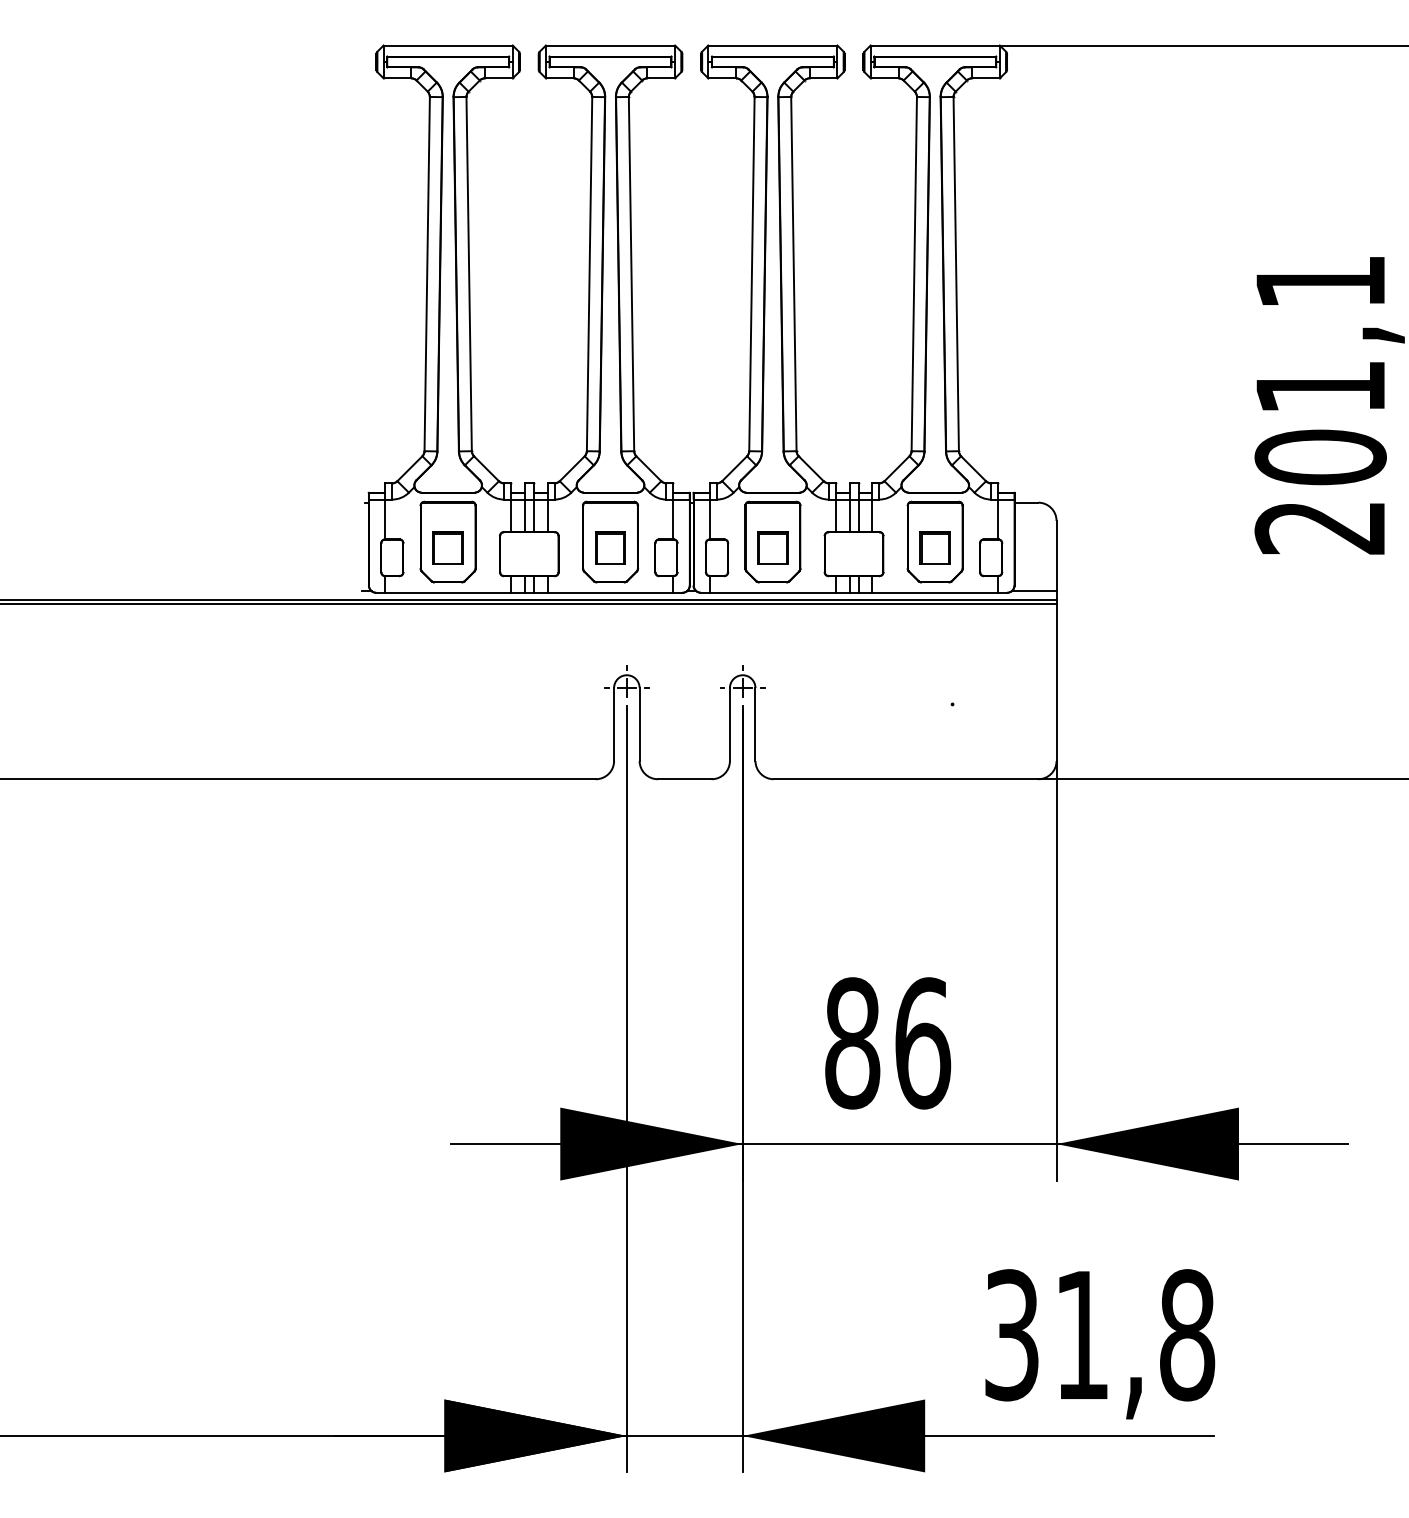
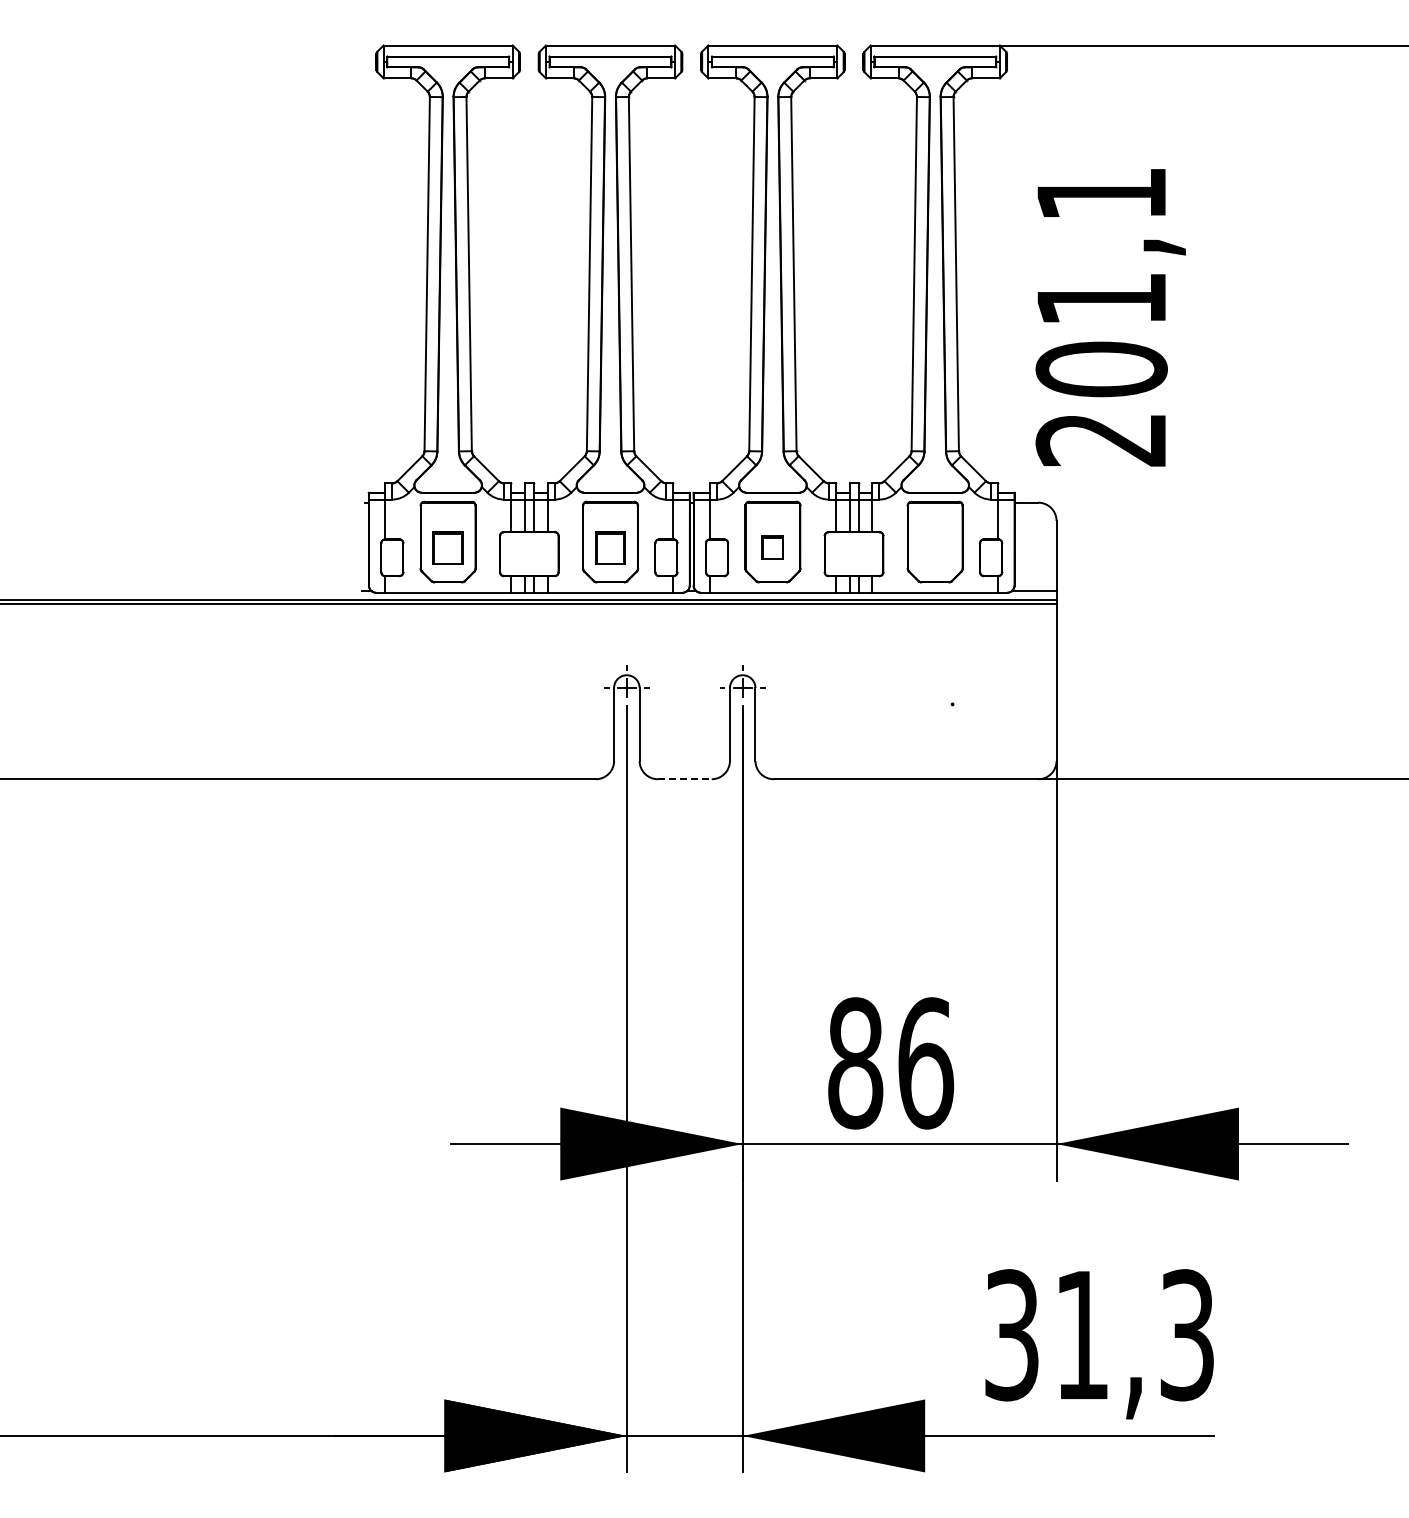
text at (1329, 405) position: (1329, 405) -> (1110, 317)
part at (772, 547) size: 32x34 px -> 23x25 px
part at (934, 547): present -> none
line at (684, 779): solid -> dashed
text at (888, 1043) position: (888, 1043) -> (891, 1063)
text at (1187, 1335): 31,8 -> 31,3
